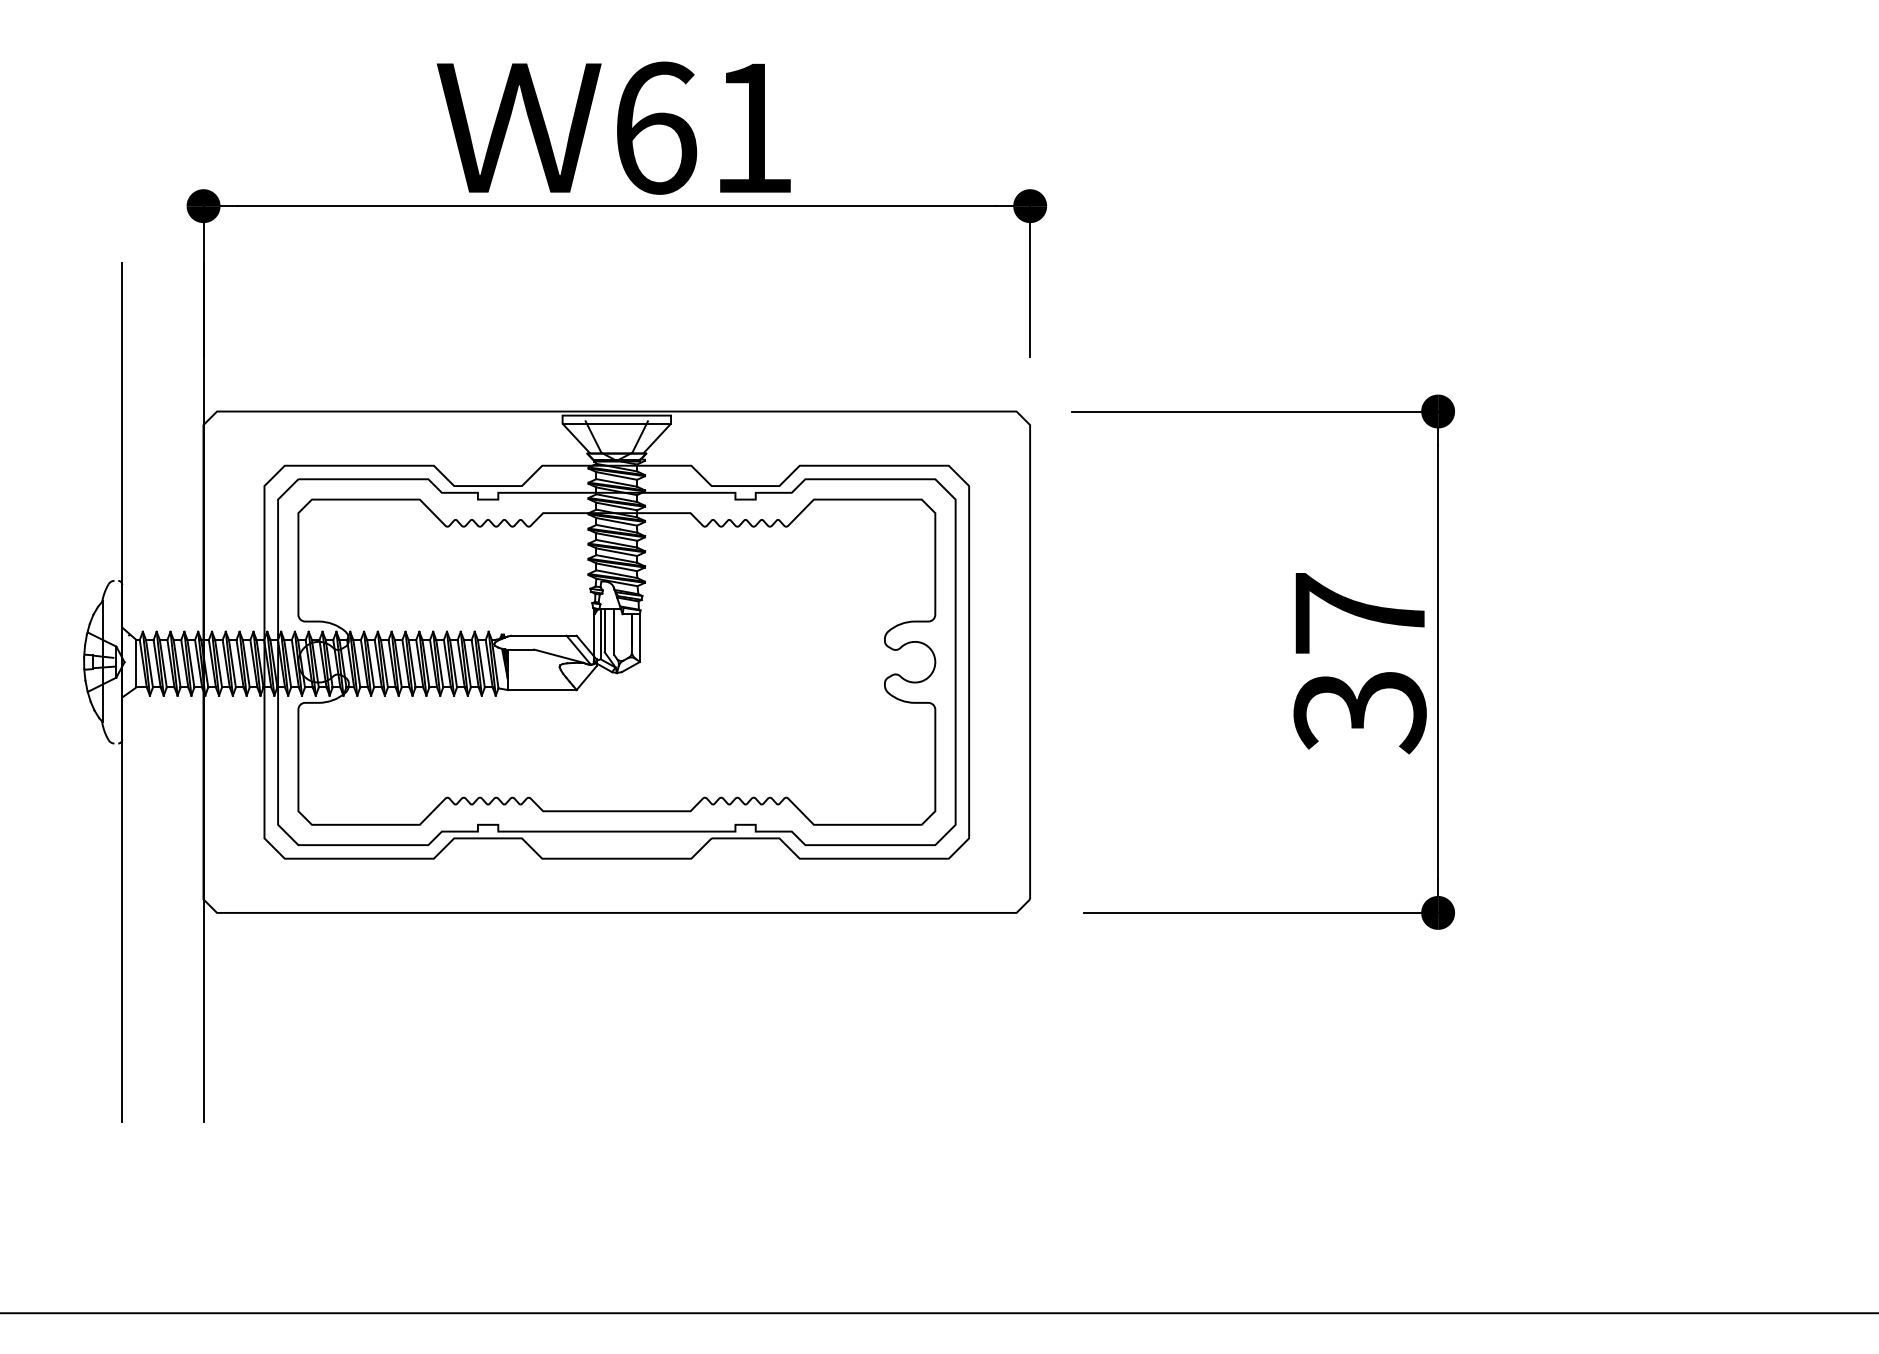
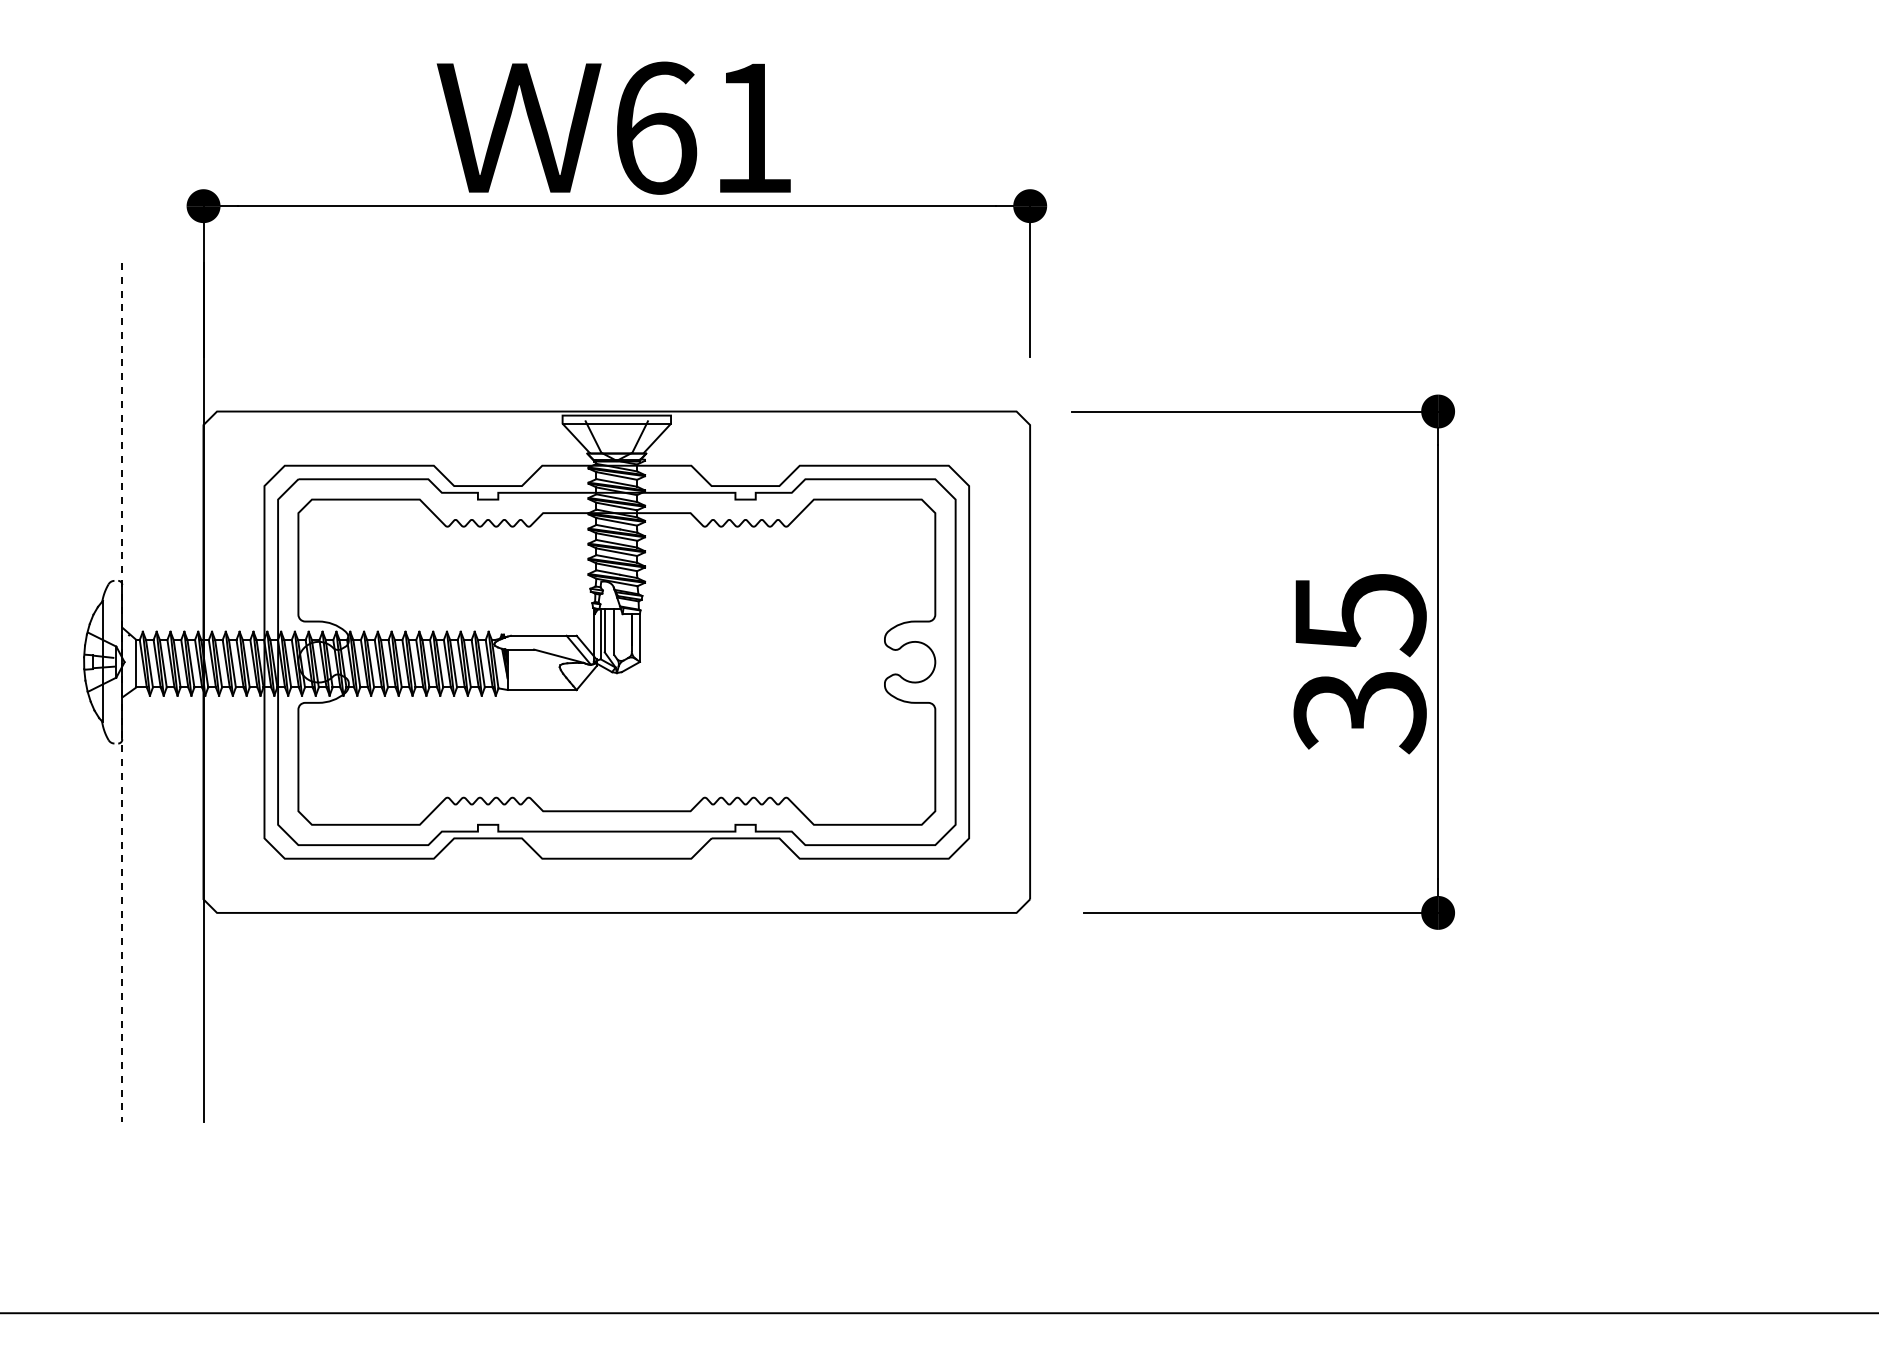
text at (1360, 615): 37 -> 35
line at (122, 692): solid -> dashed
